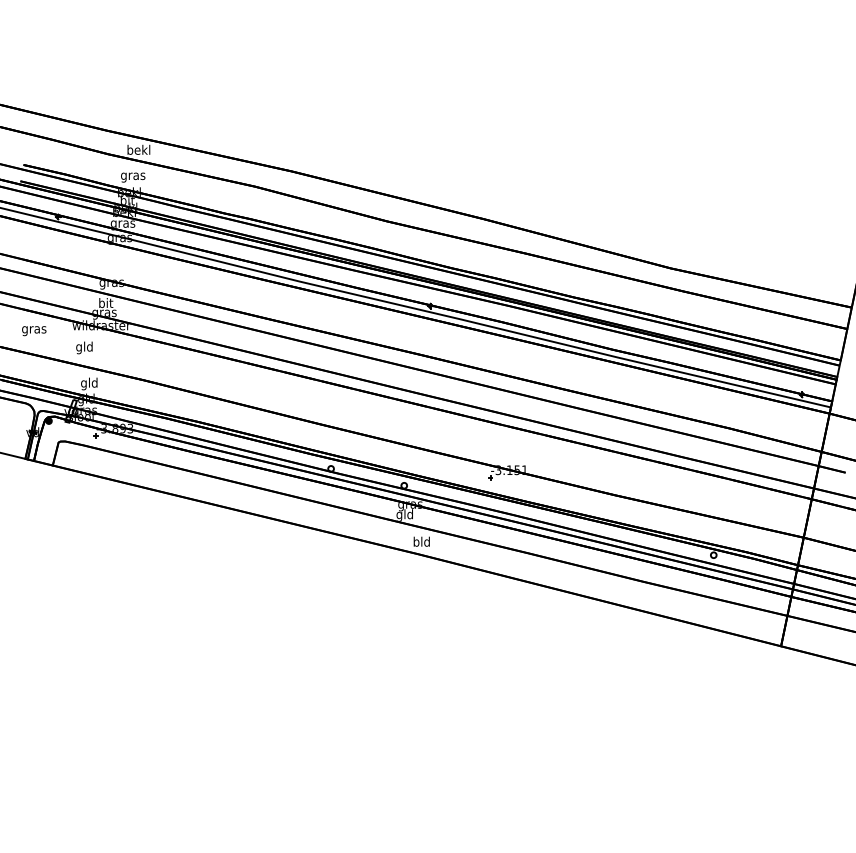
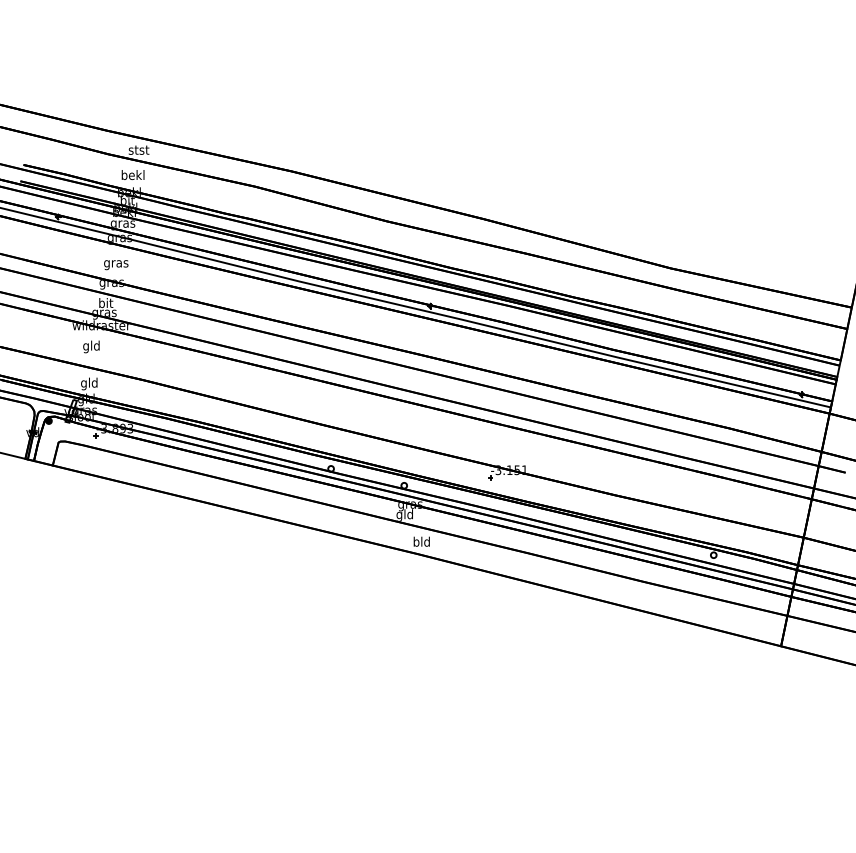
text at (138, 149): bekl -> stst
text at (133, 176): gras -> bekl
text at (34, 331) position: (34, 331) -> (116, 265)
text at (84, 347) position: (84, 347) -> (91, 346)
